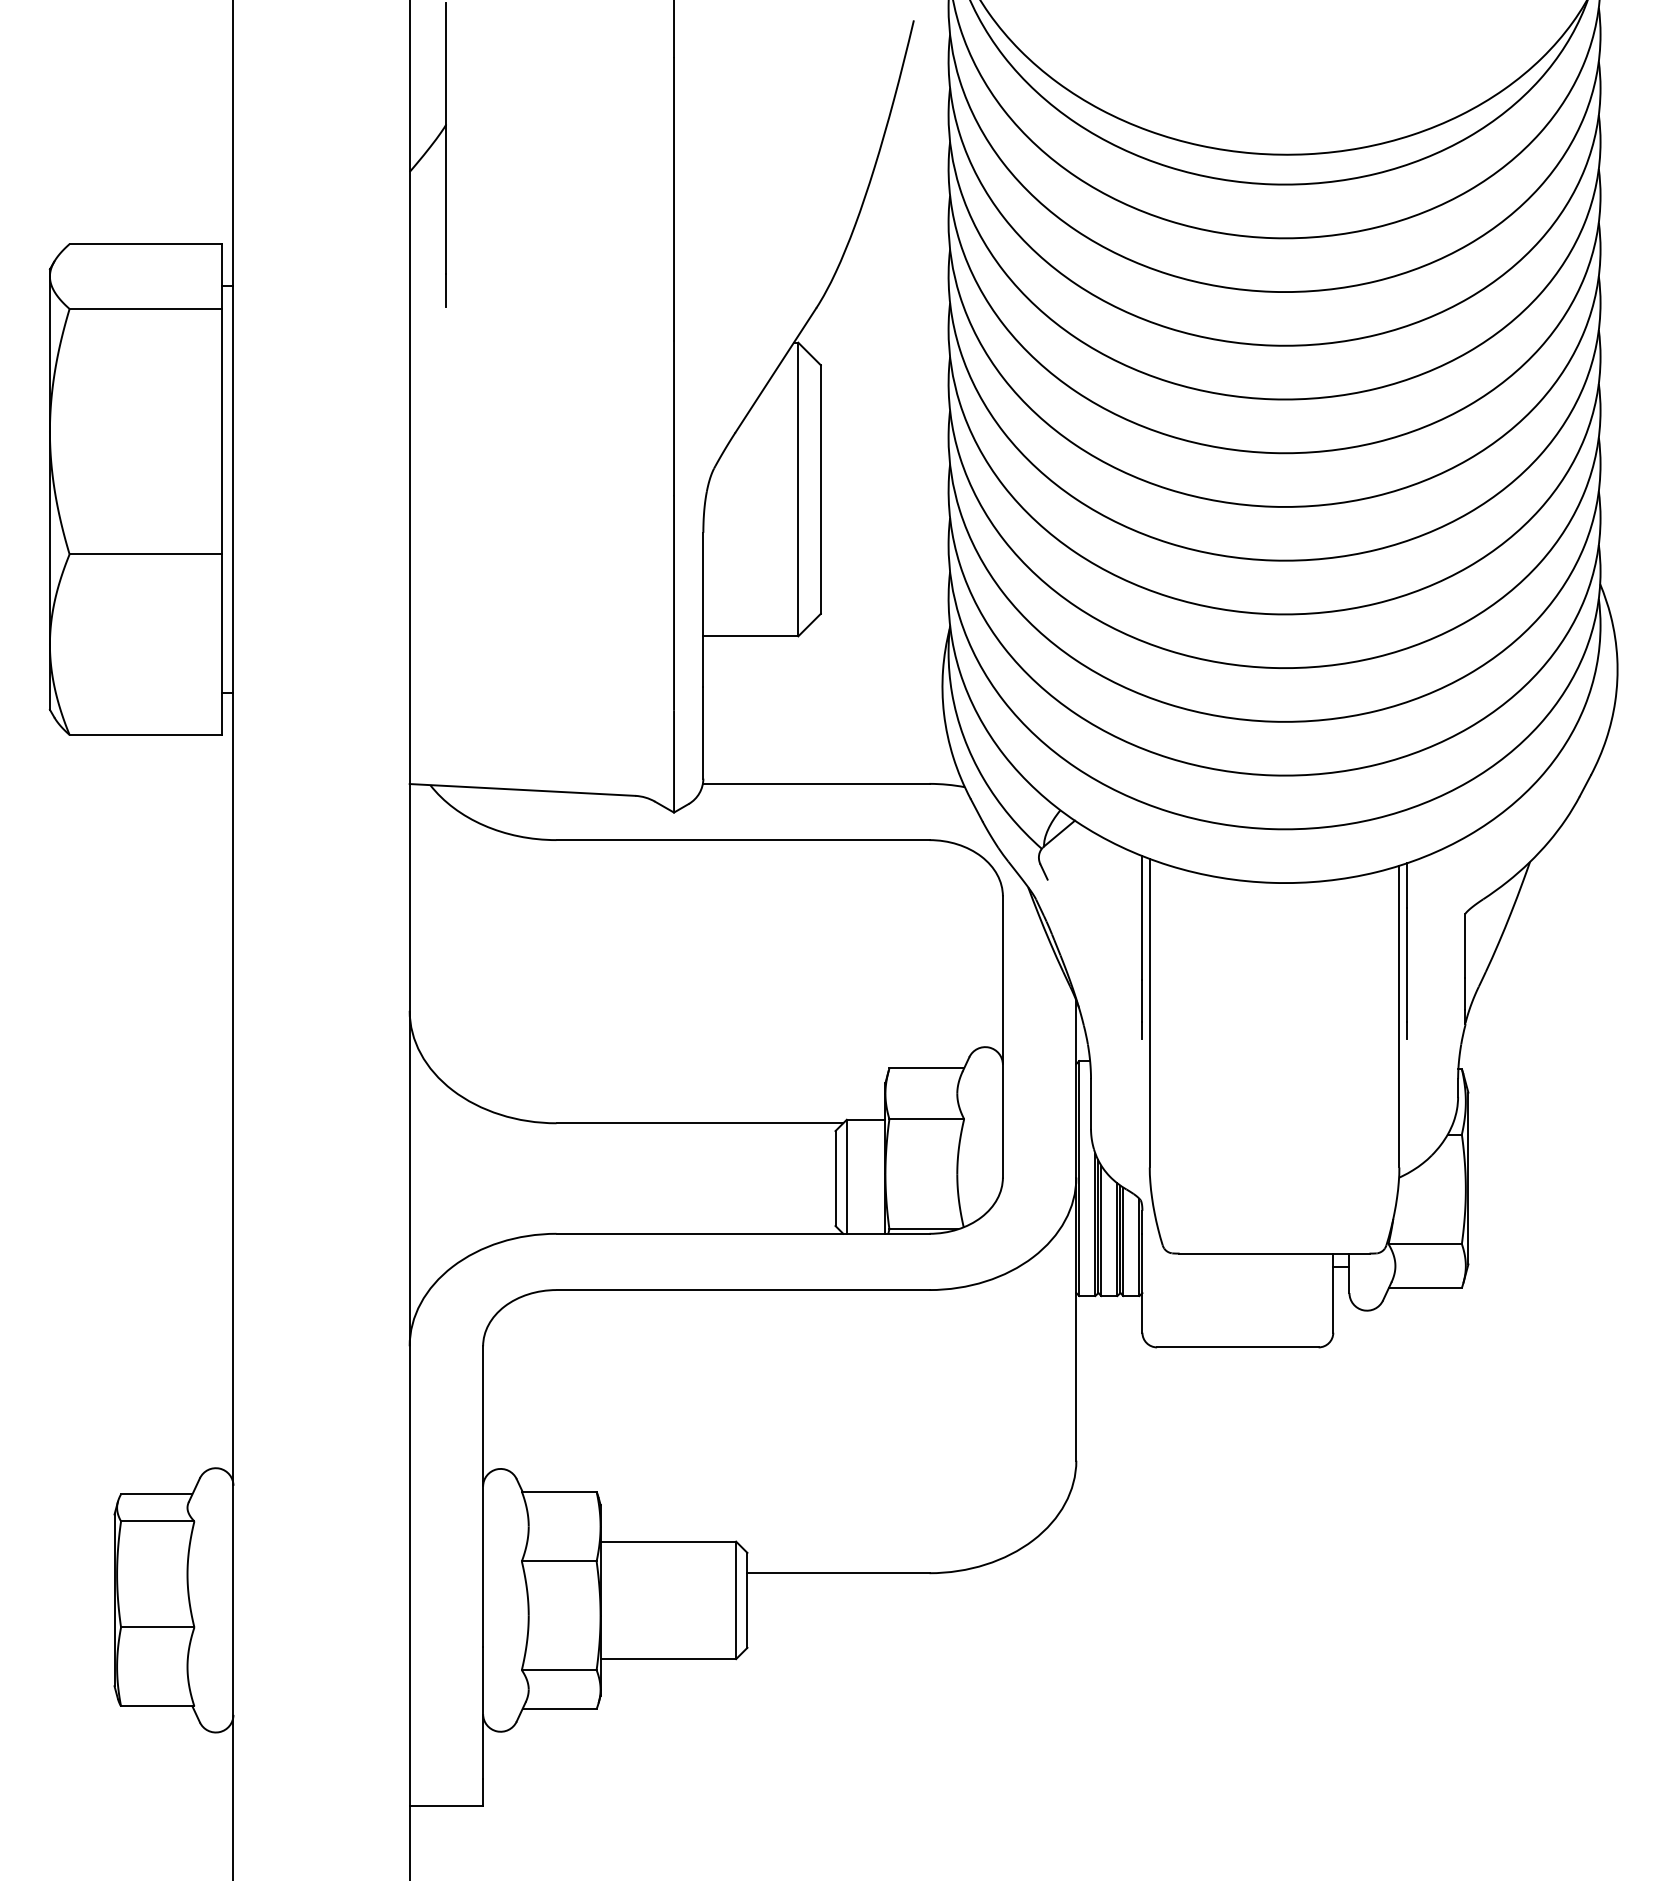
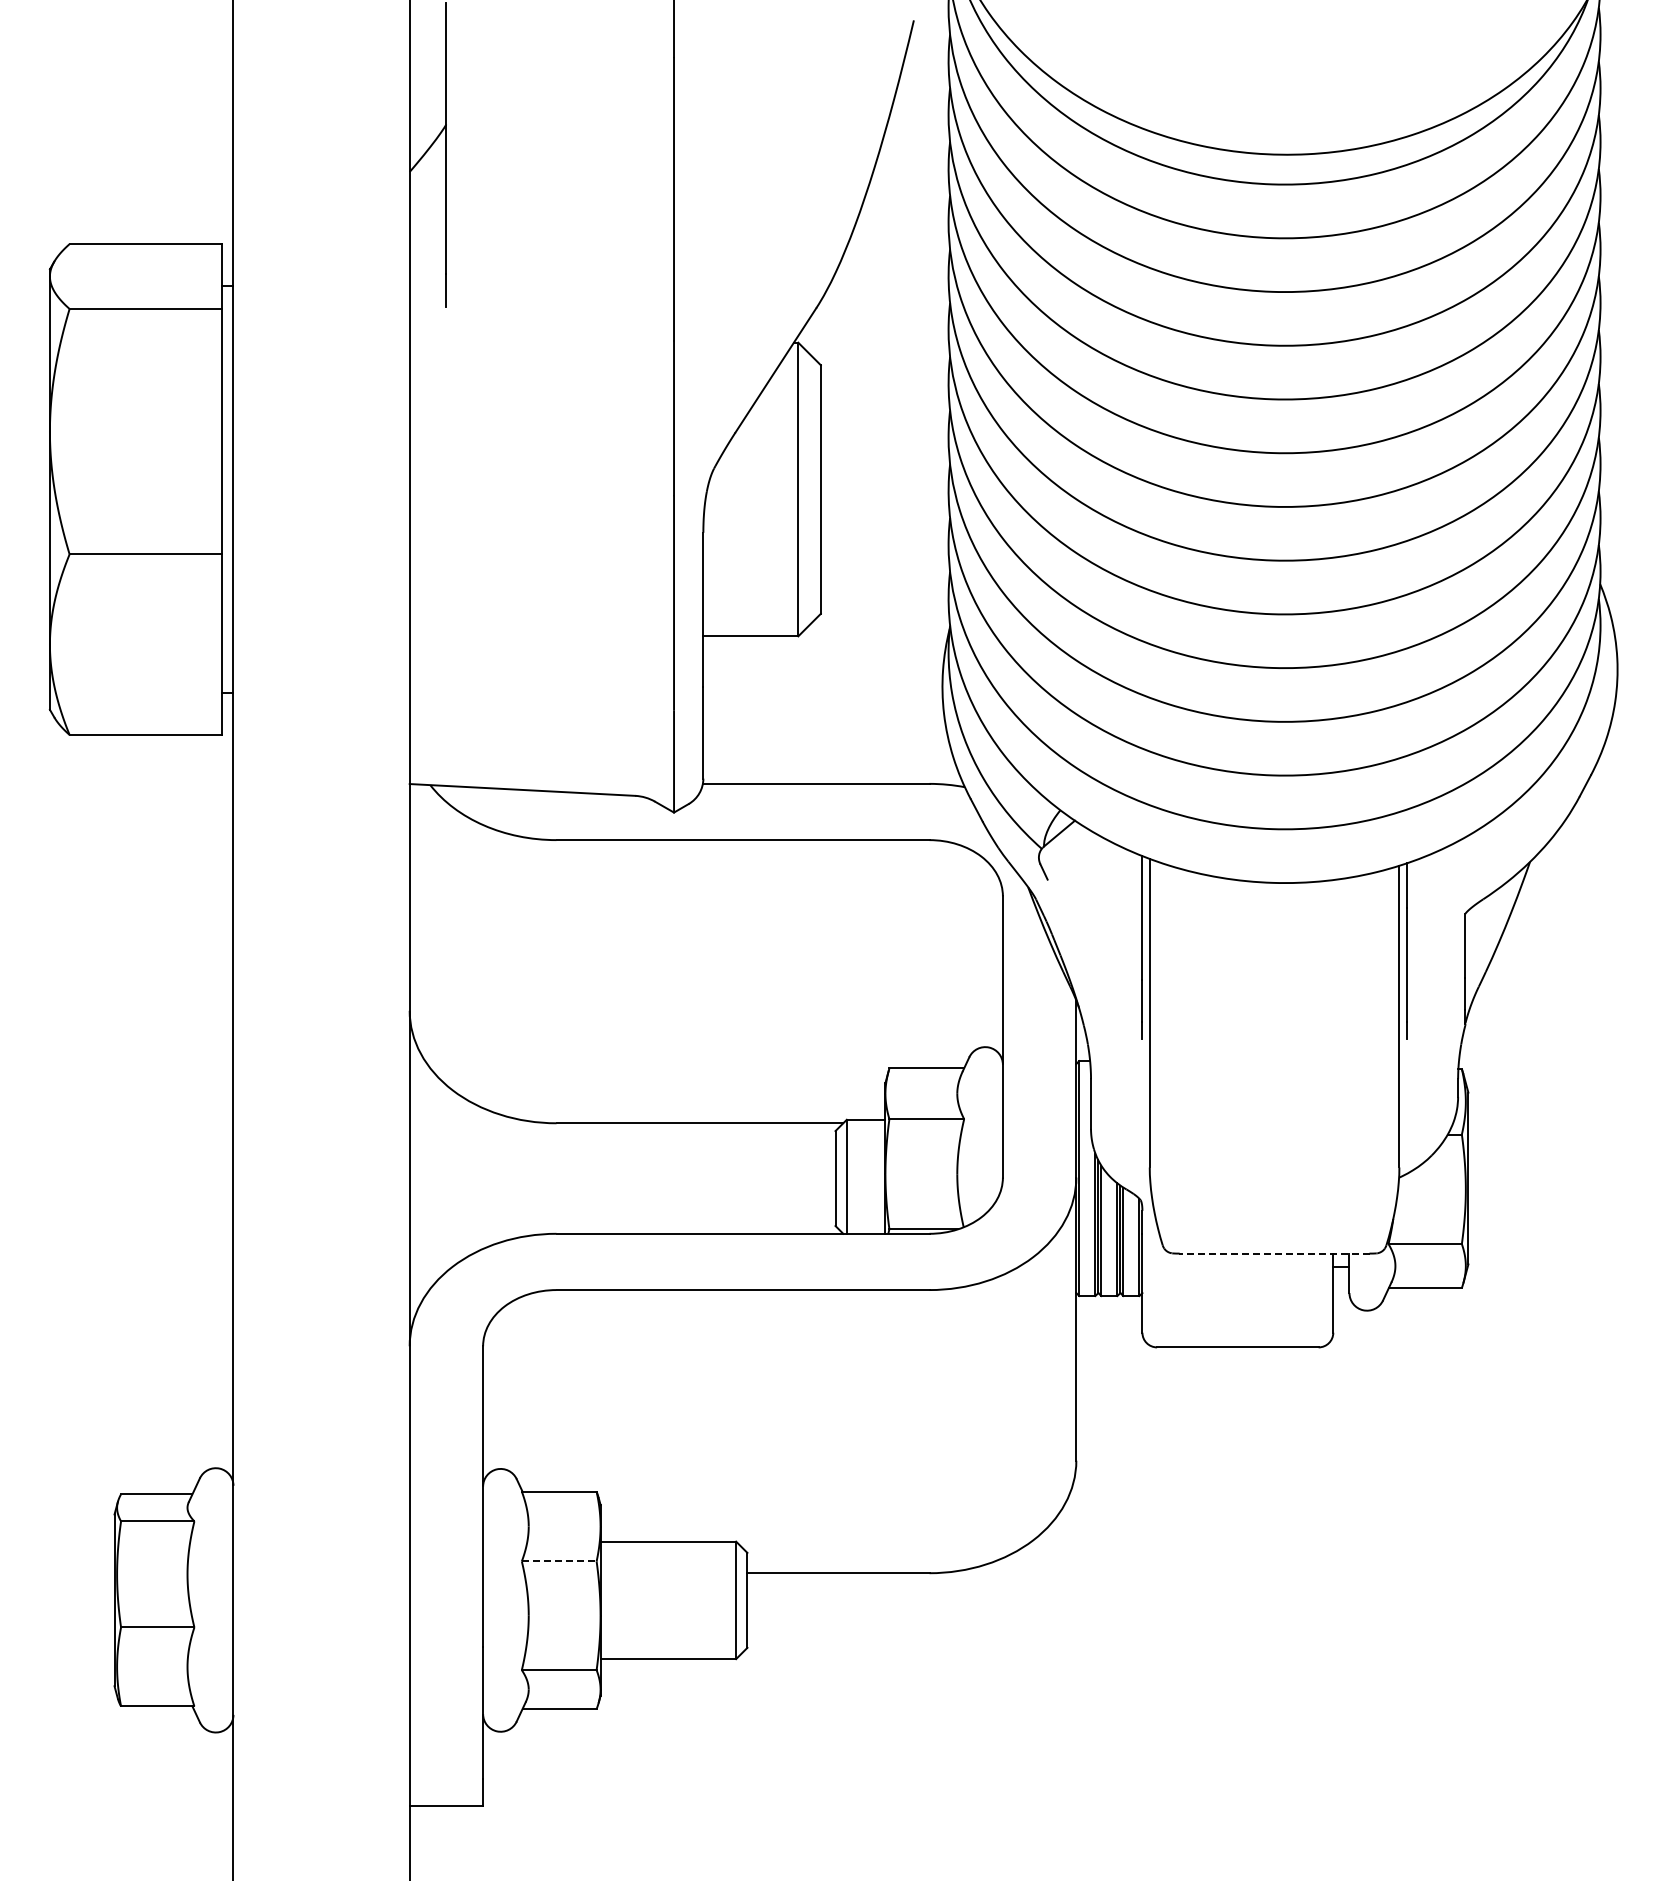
line at (1274, 1253): solid -> dashed
line at (559, 1561): solid -> dashed
